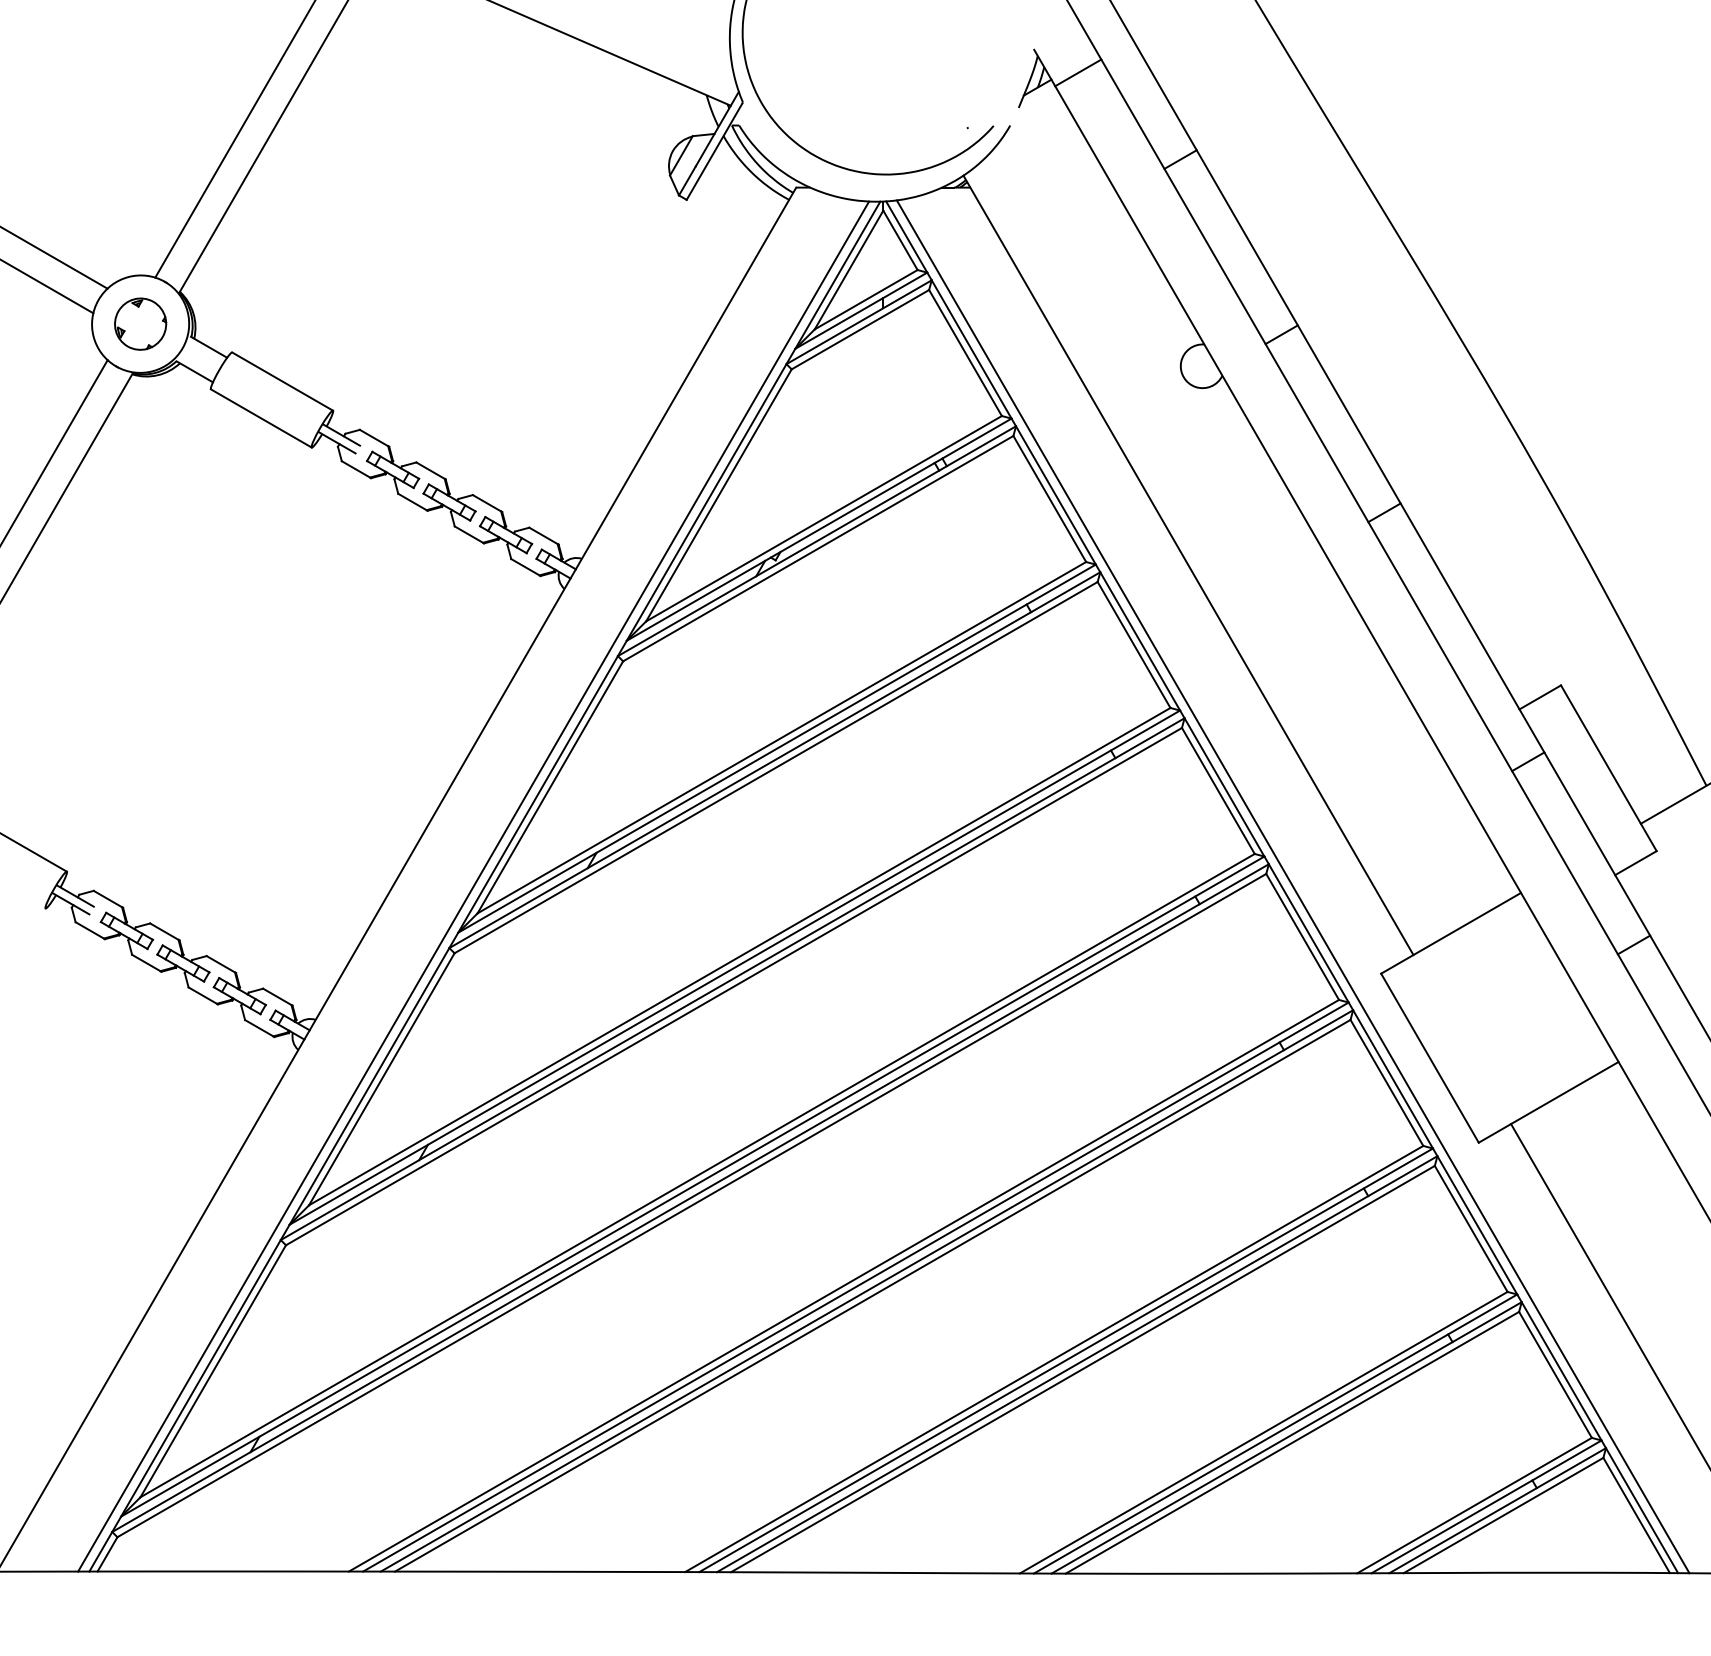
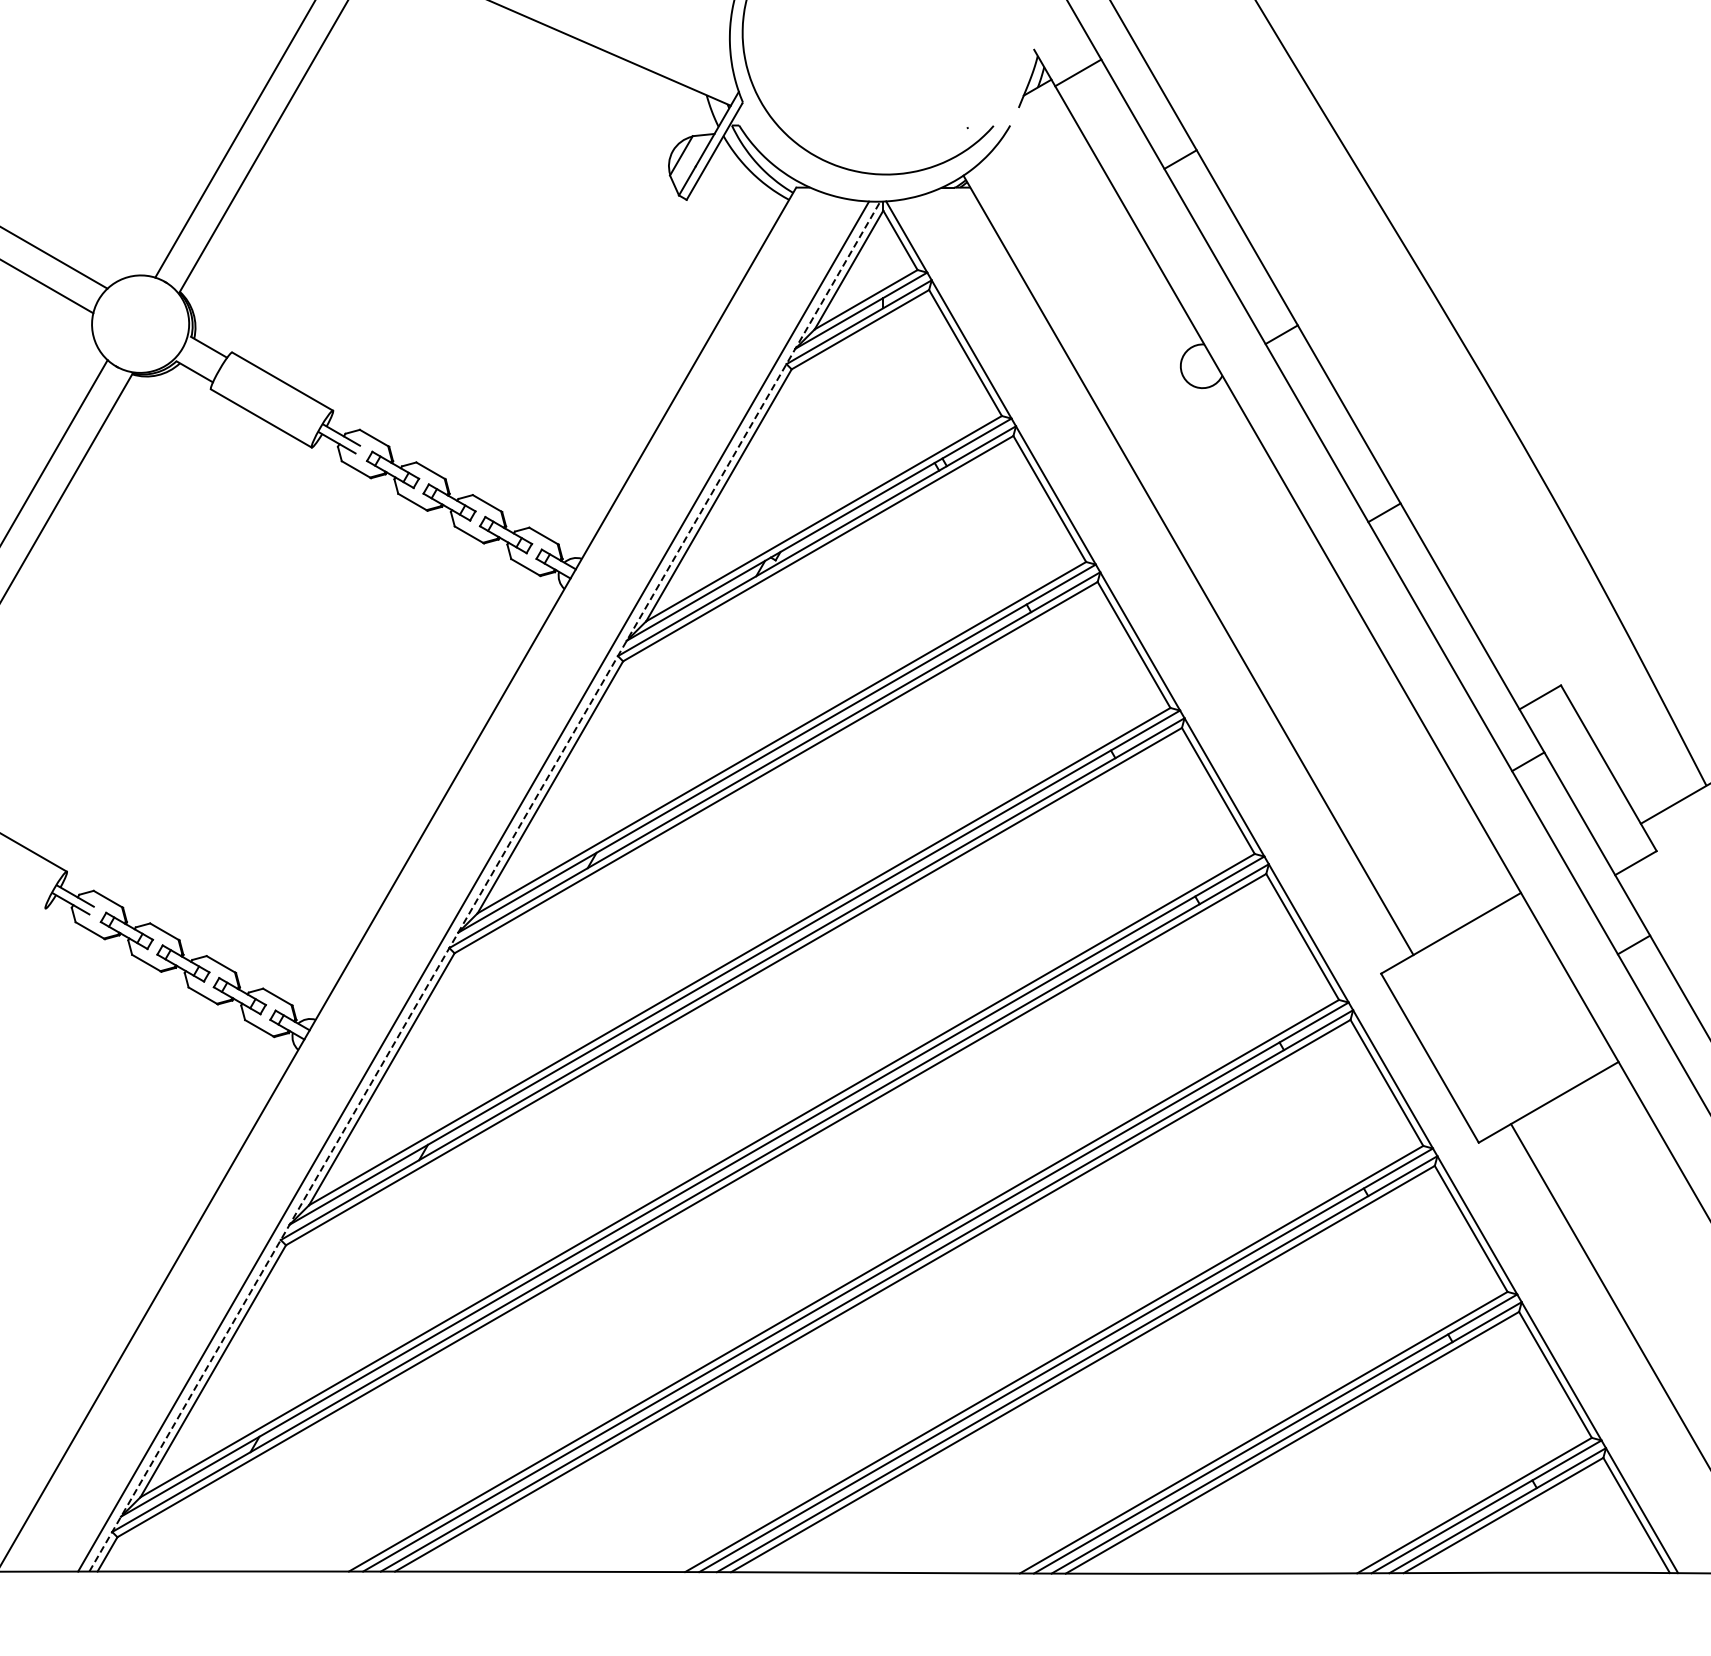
part at (140, 323): present -> none
line at (484, 886): solid -> dashed
line at (1292, 886): present -> none
